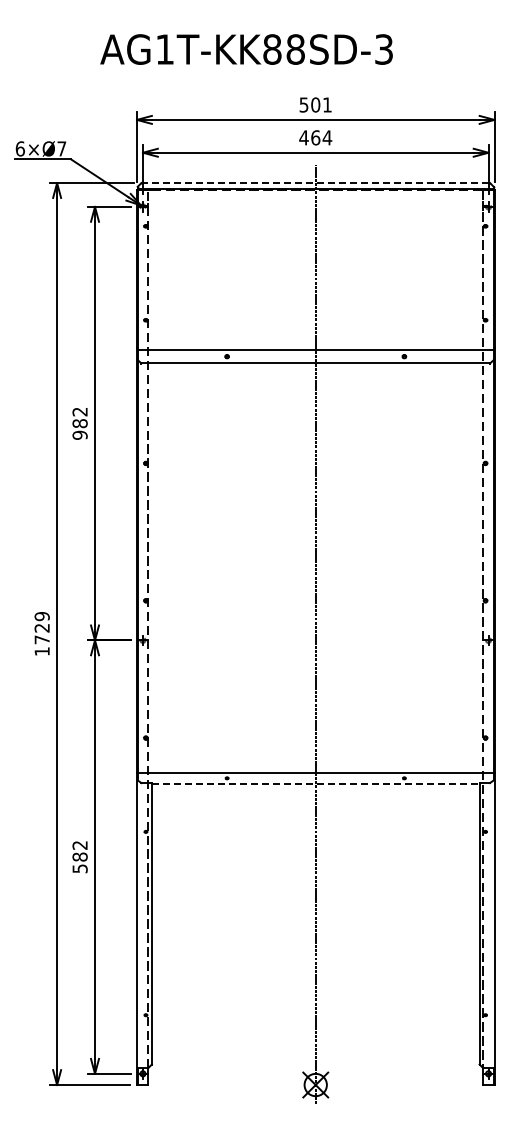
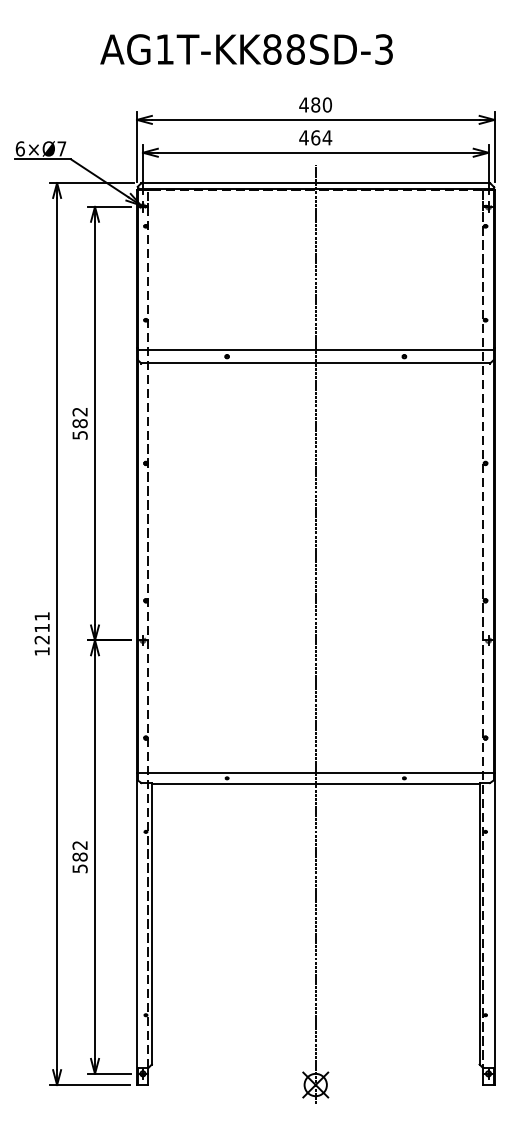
text at (315, 104): 501 -> 480
line at (316, 183): dashed -> solid
text at (79, 434): 982 -> 582
text at (41, 628): 1729 -> 1211
line at (315, 783): dashed -> solid
